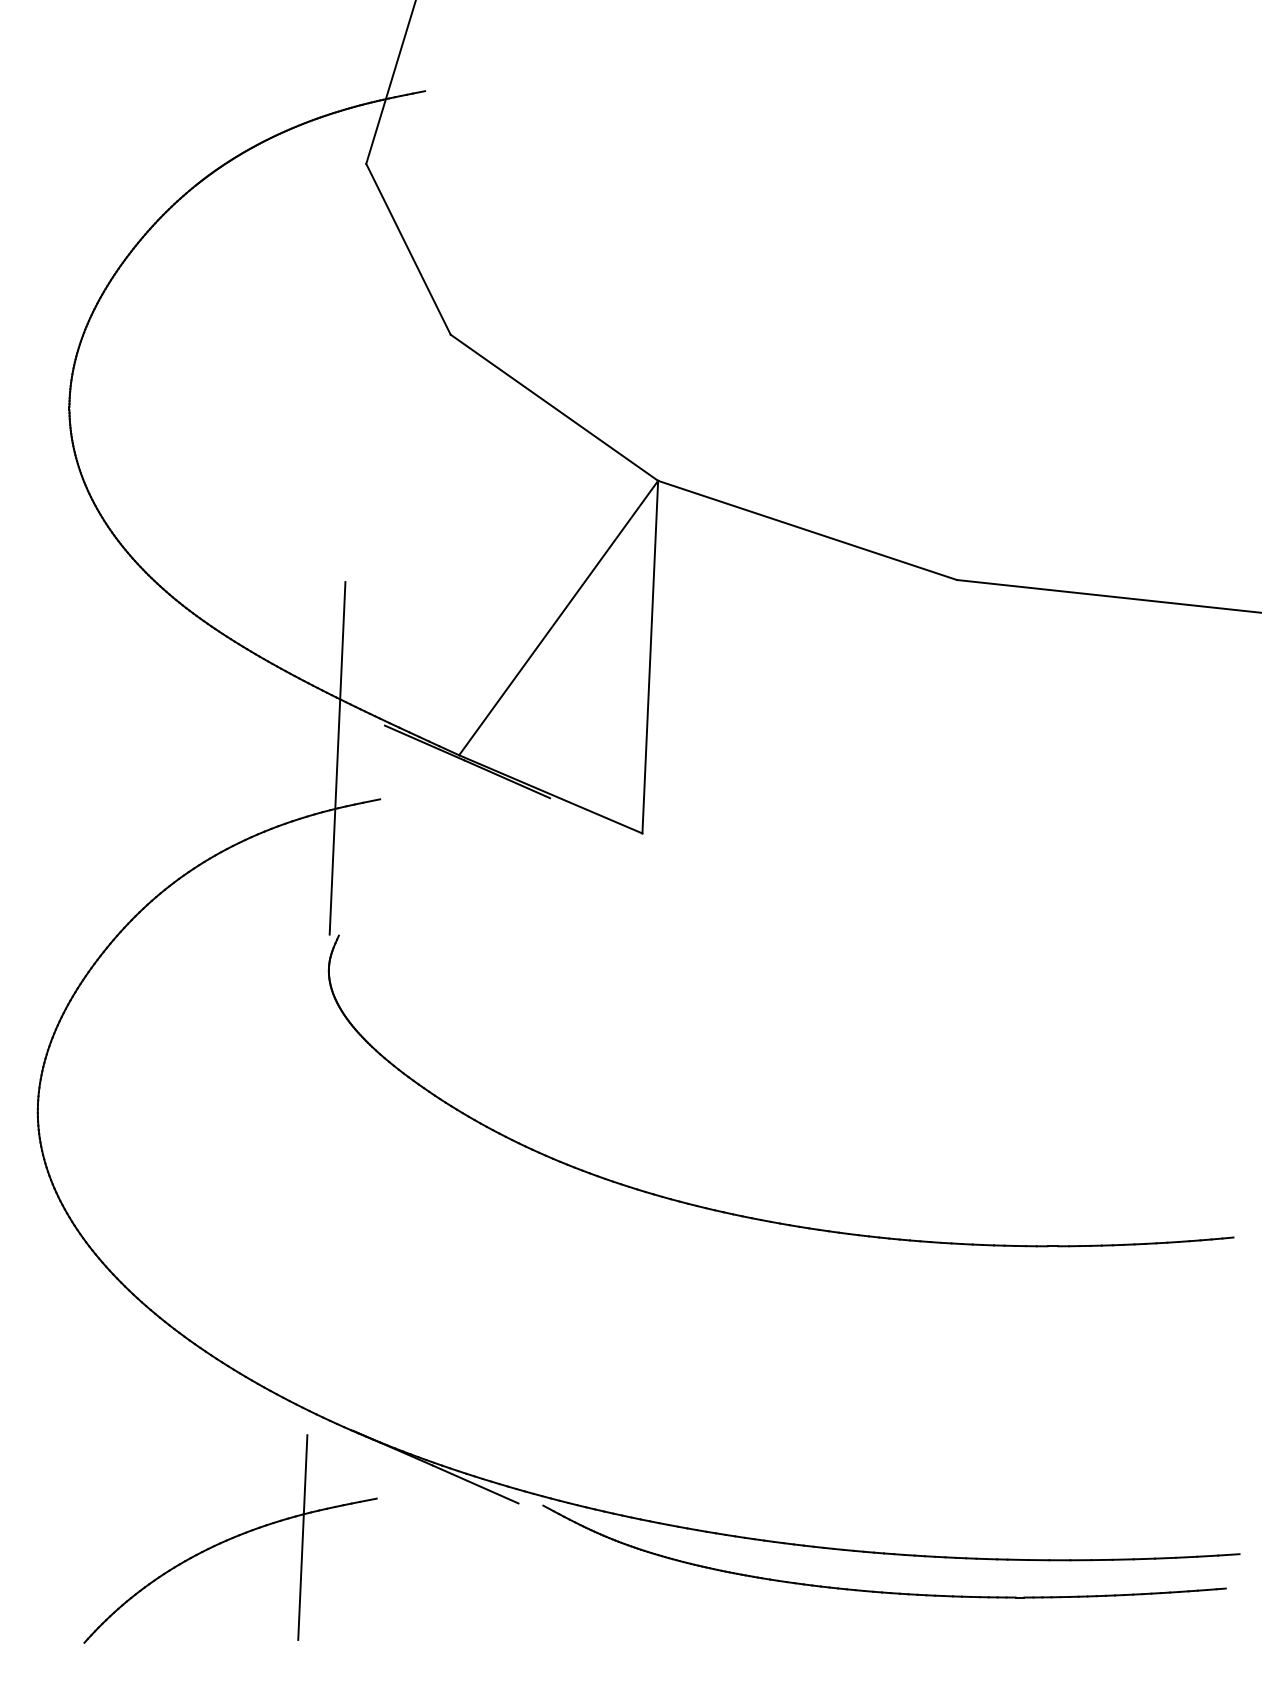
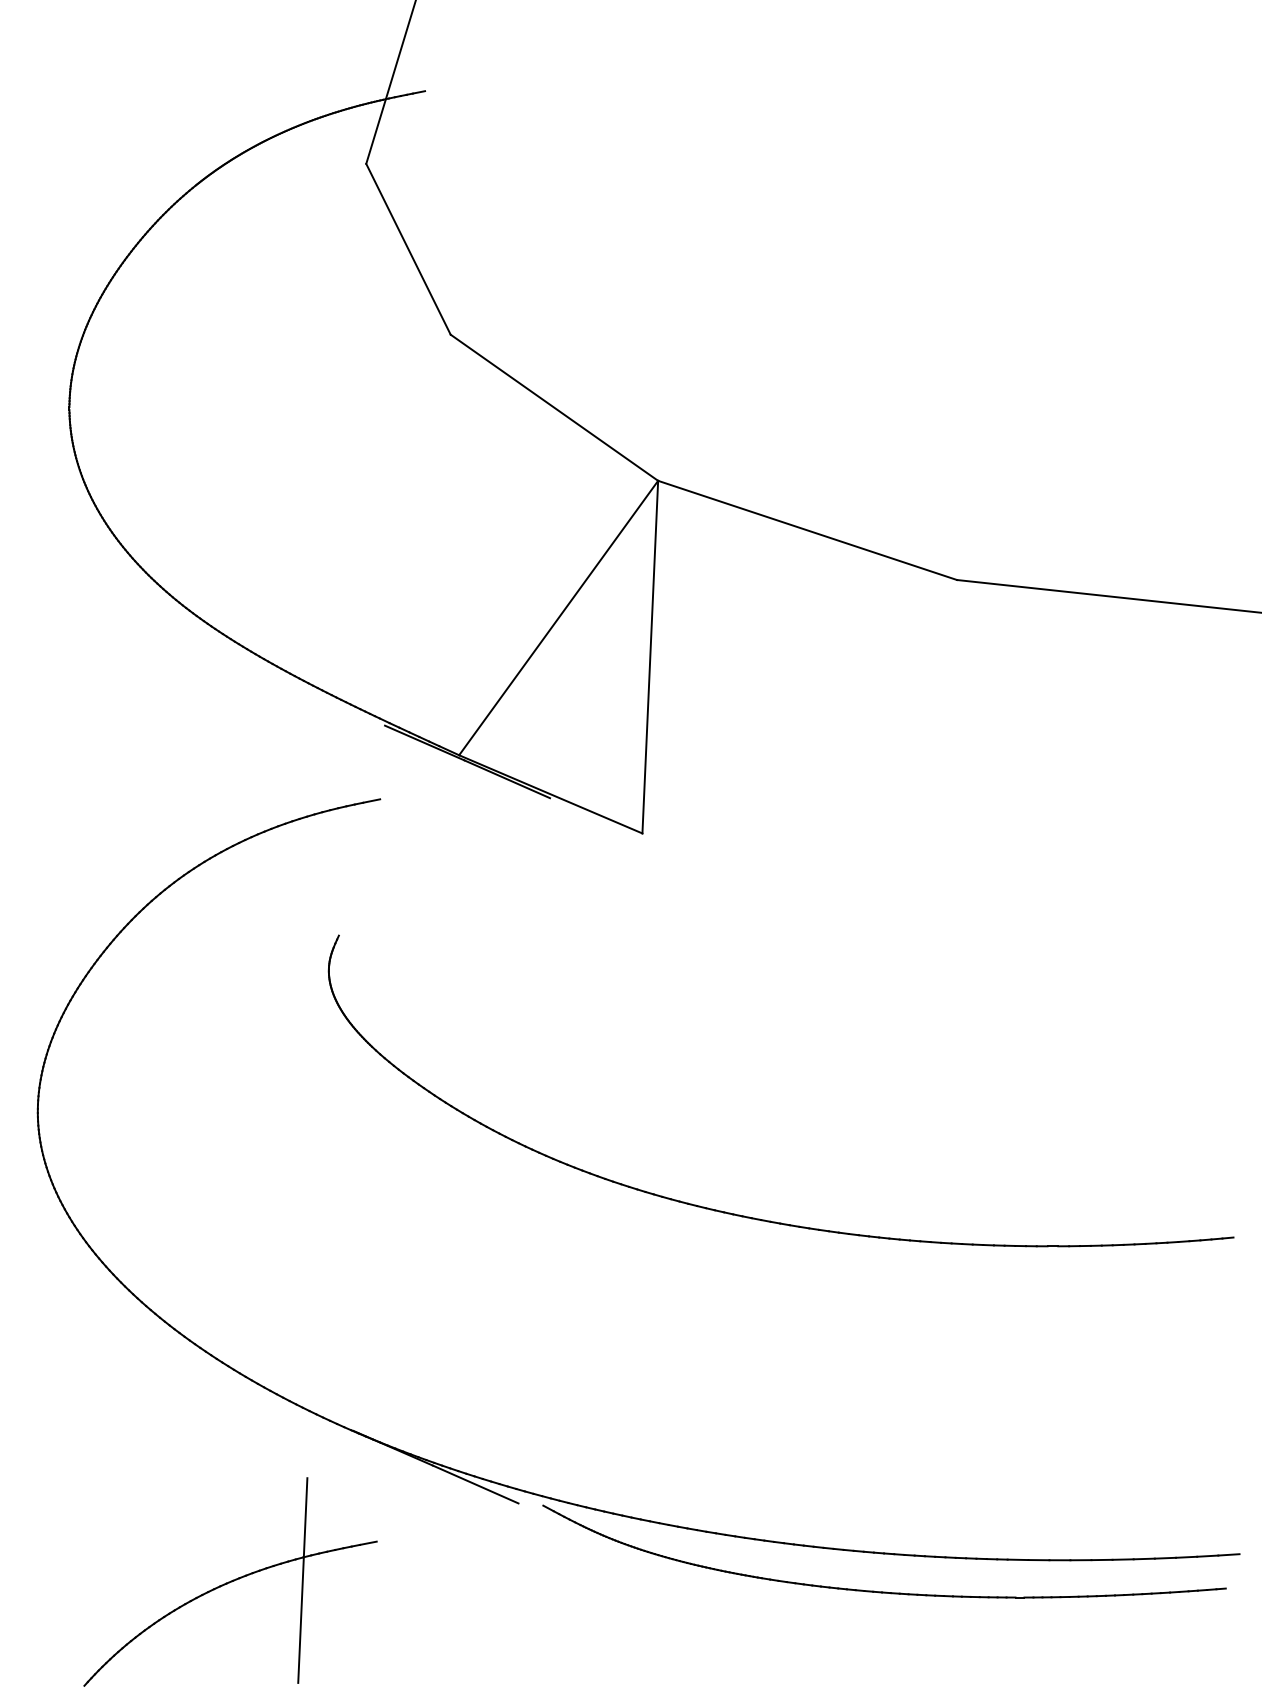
line at (337, 758): present -> none
part at (230, 1538) position: (230, 1538) -> (230, 1581)
